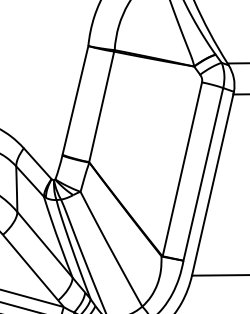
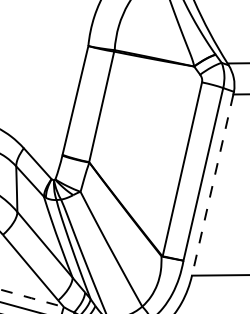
line at (212, 185): solid -> dashed
arc at (32, 298): solid -> dashed
